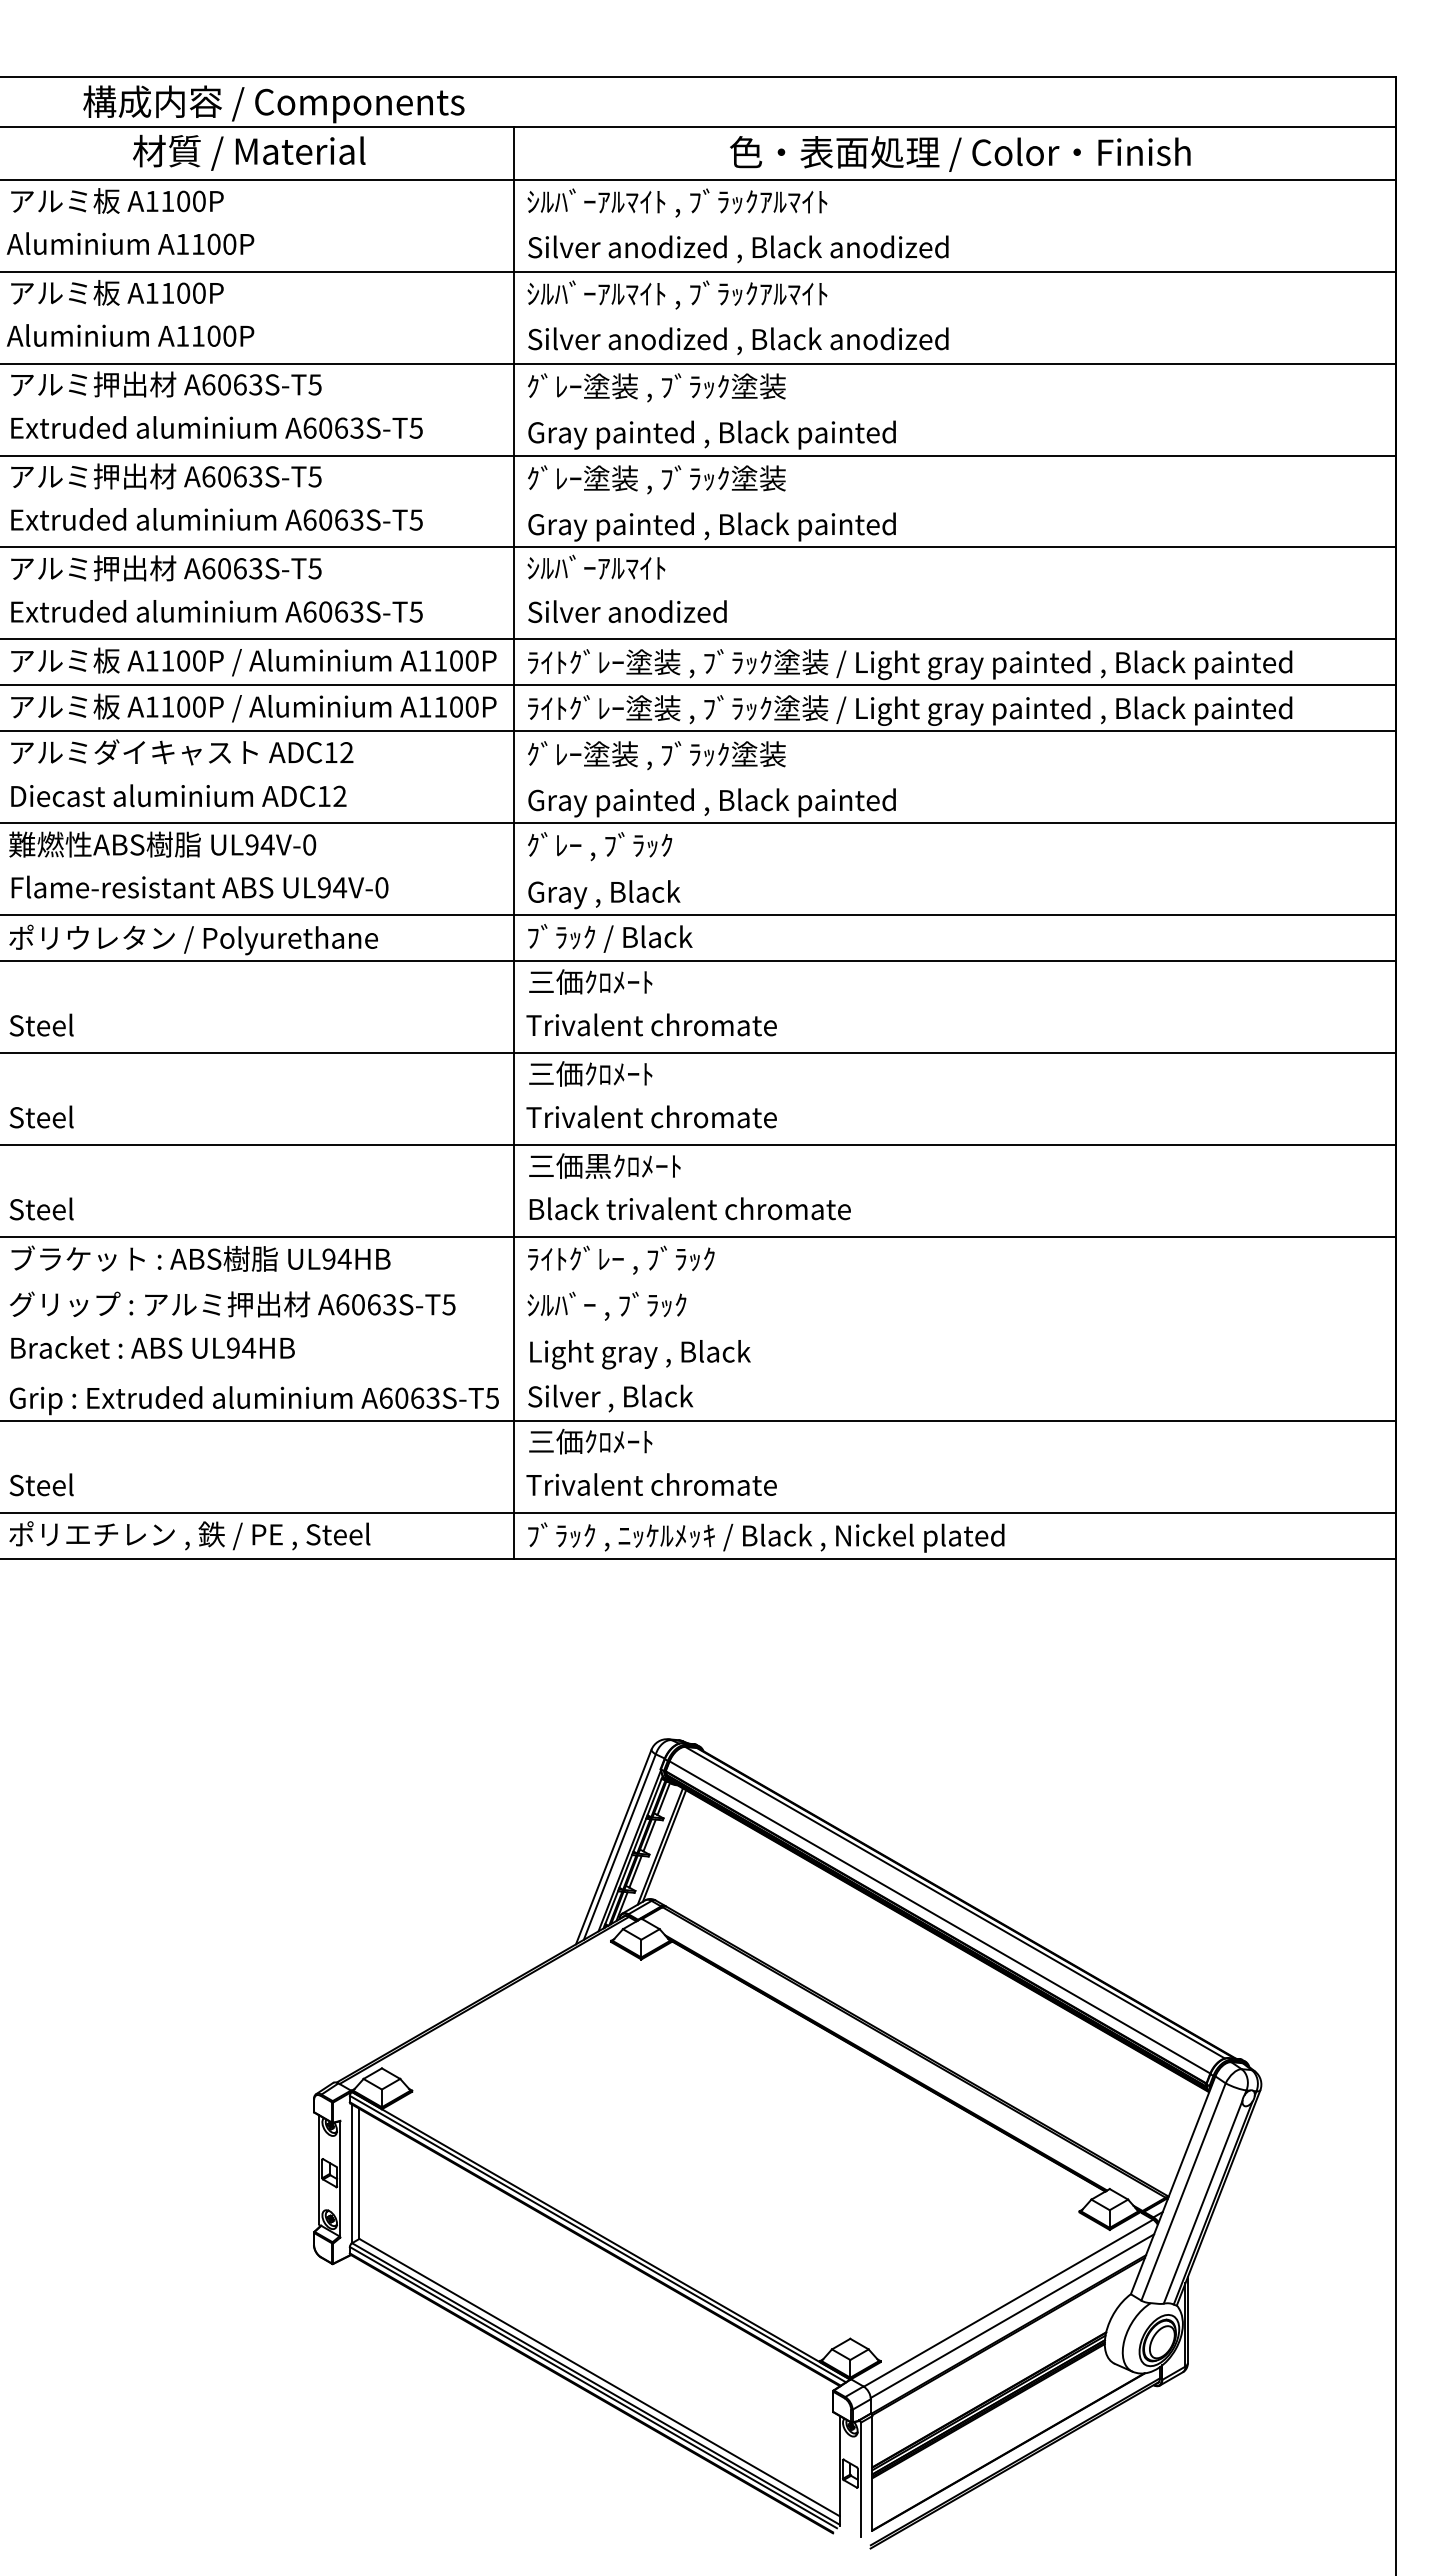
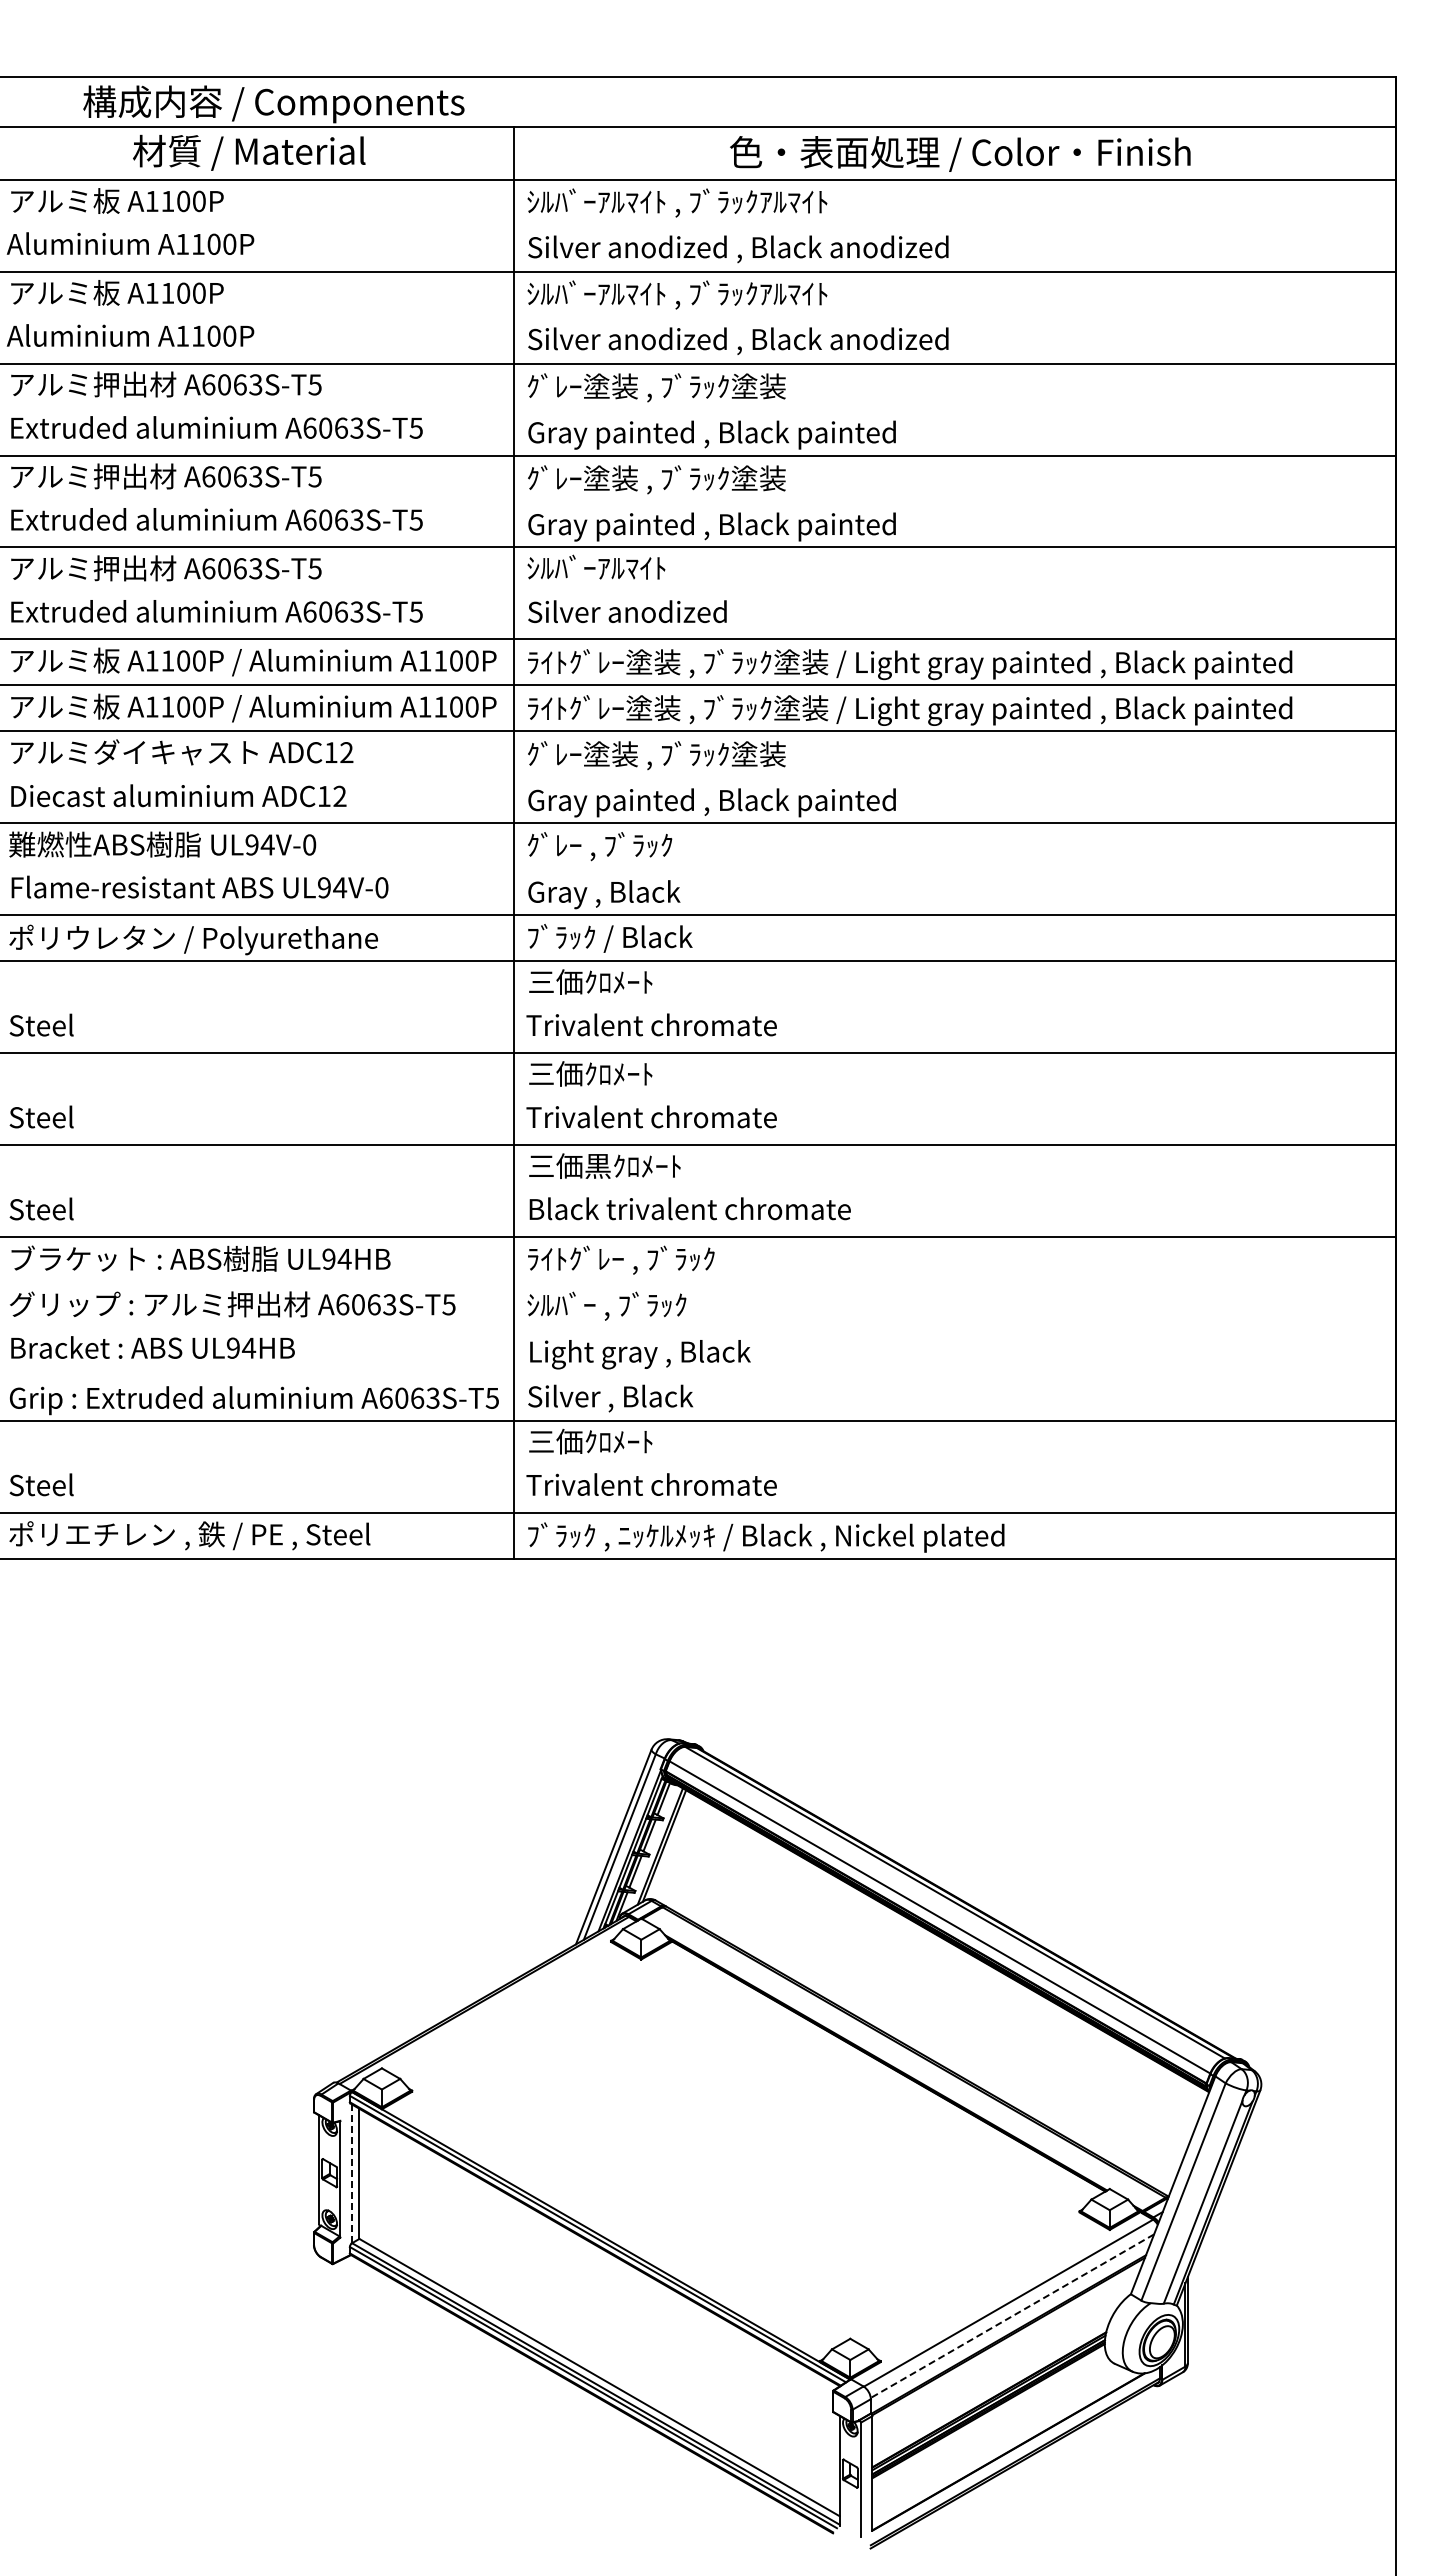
line at (351, 2173): solid -> dashed
line at (1012, 2316): solid -> dashed
